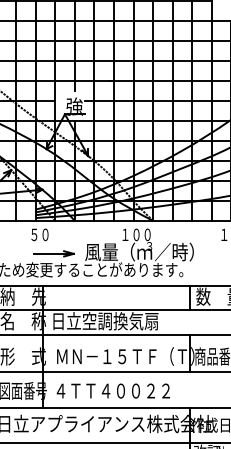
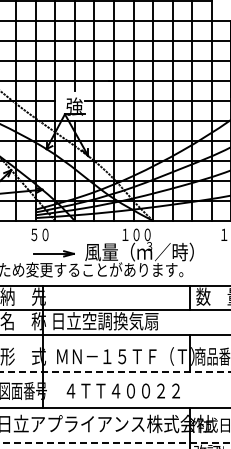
line at (115, 371): solid -> dashed
text at (112, 390) position: (112, 390) -> (122, 390)
line at (116, 442): solid -> dashed
